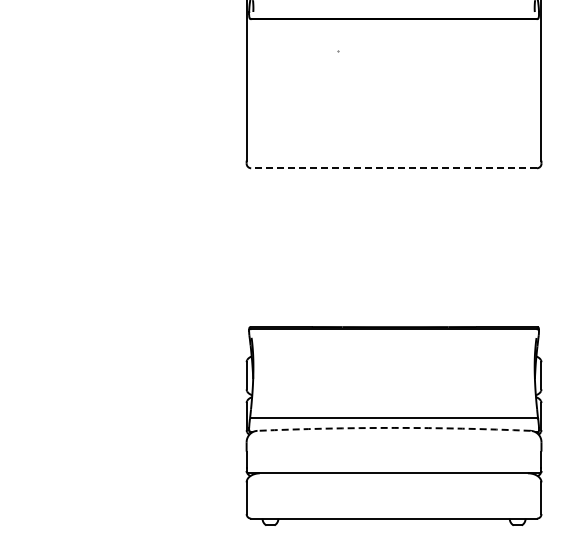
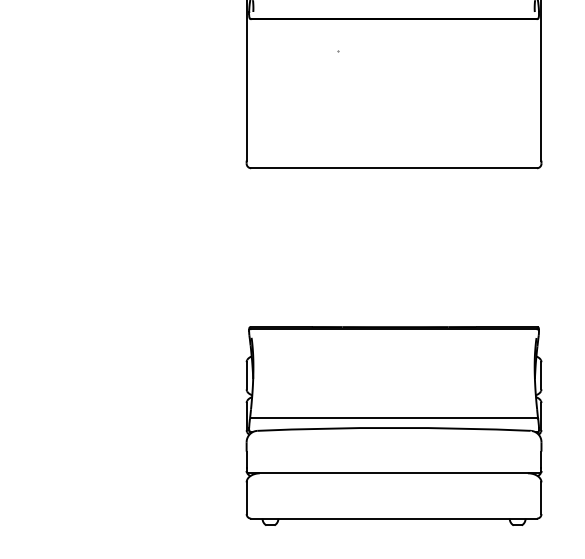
line at (394, 168): dashed -> solid
arc at (394, 427): dashed -> solid
